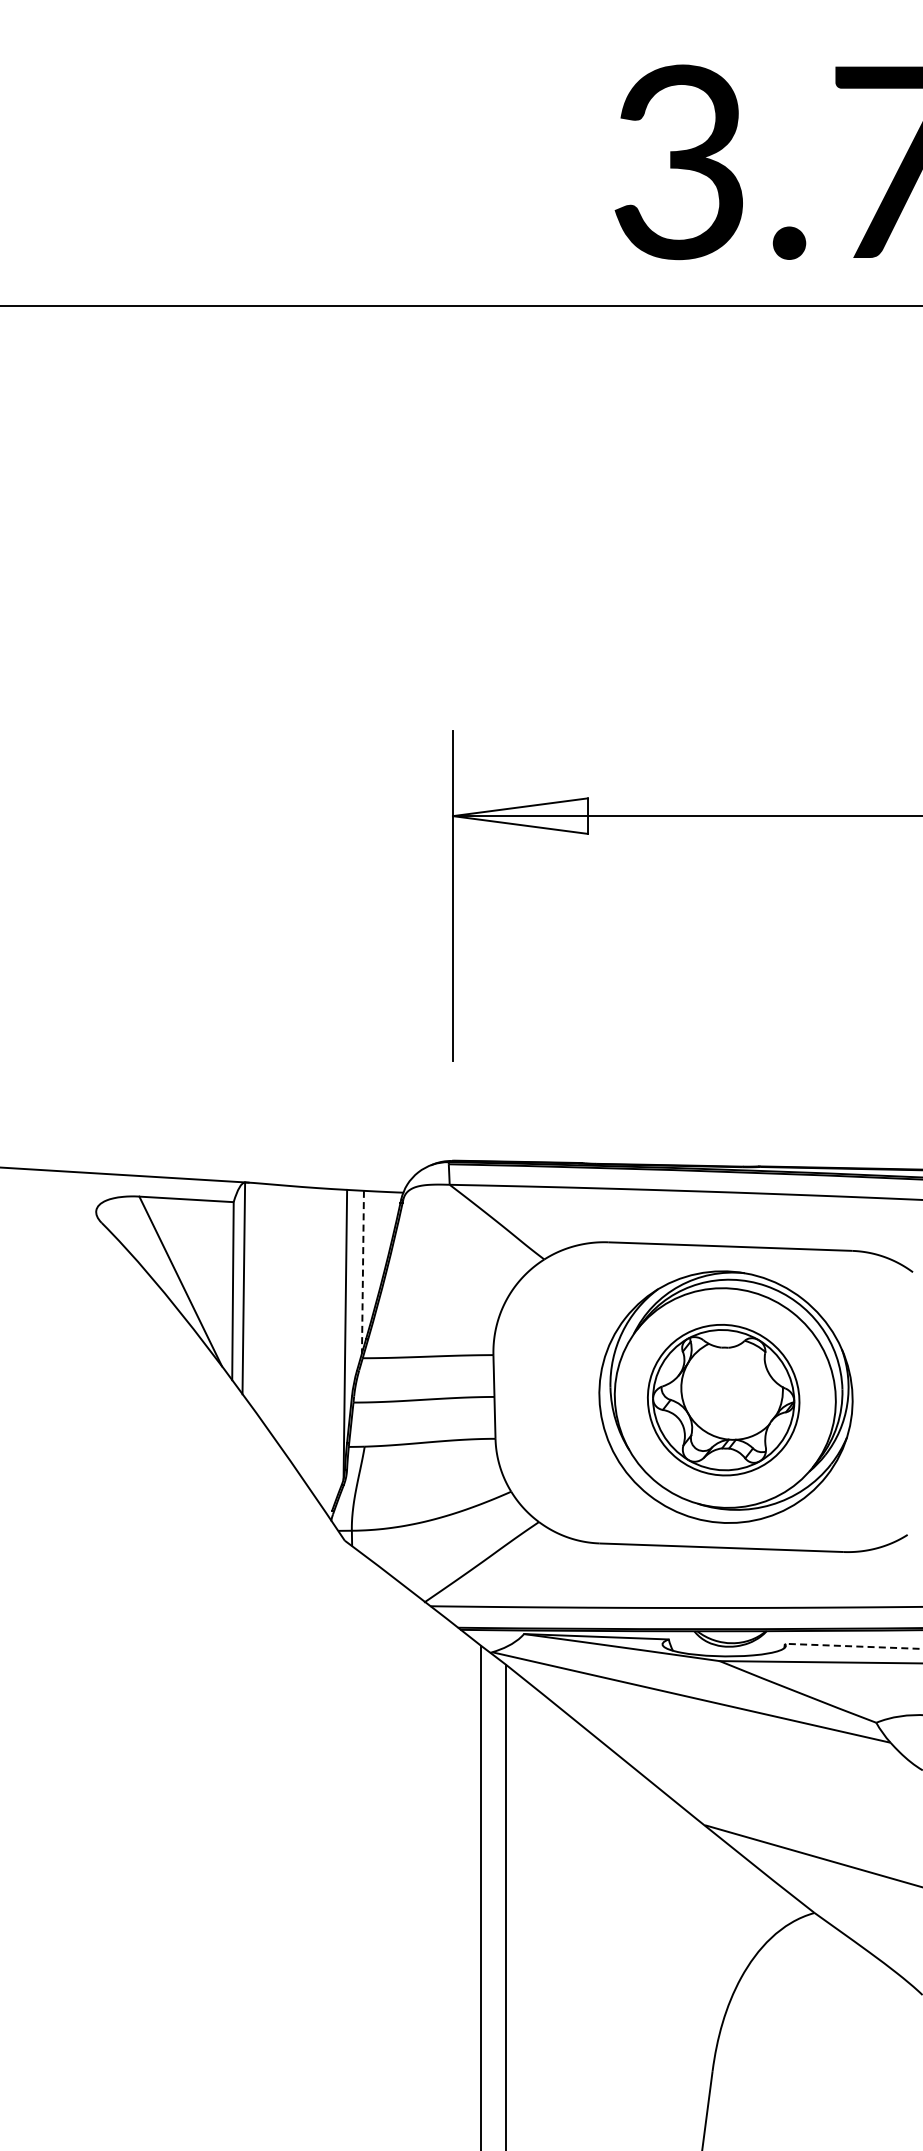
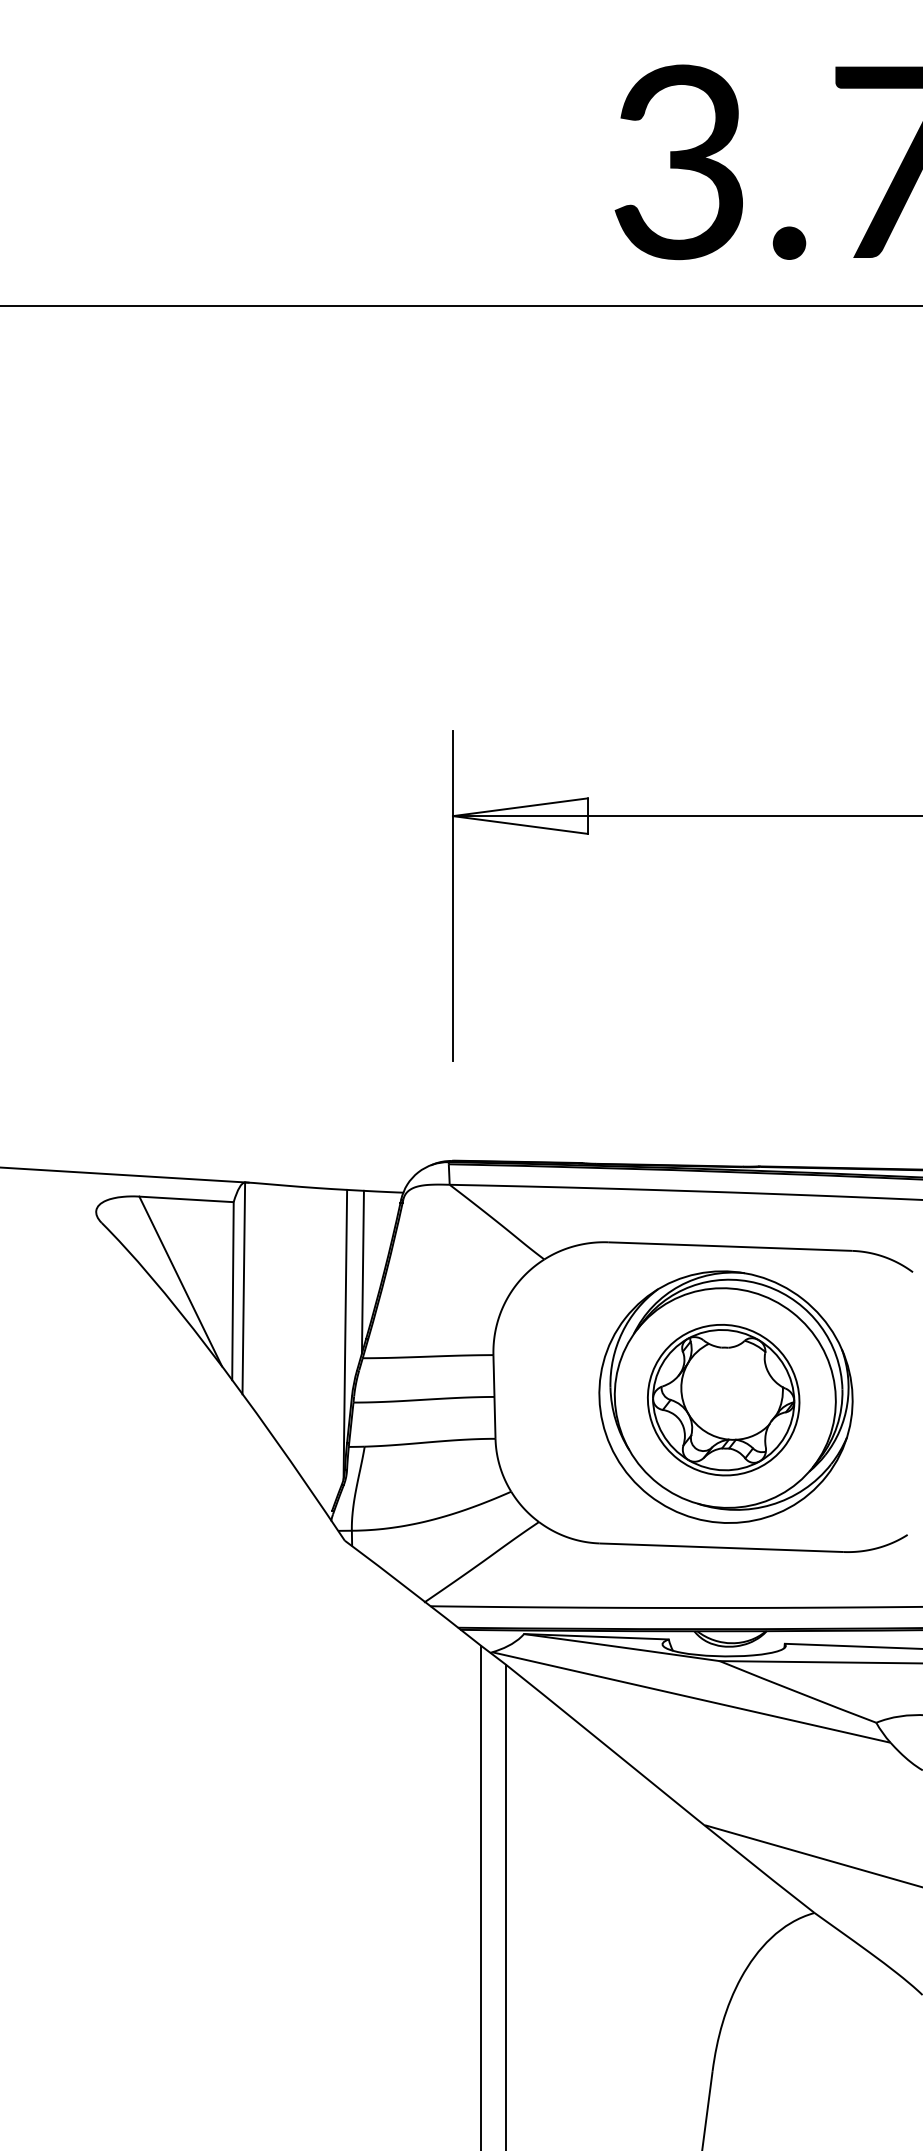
line at (362, 1272): dashed -> solid
line at (853, 1646): dashed -> solid
